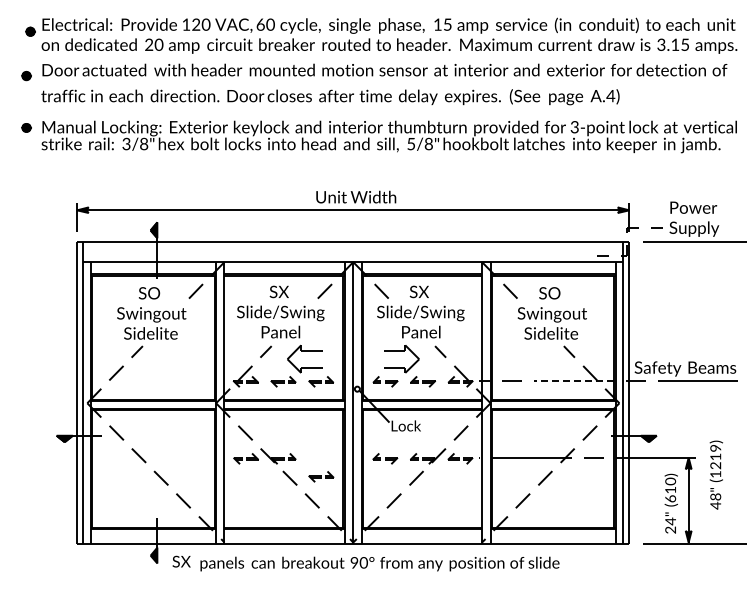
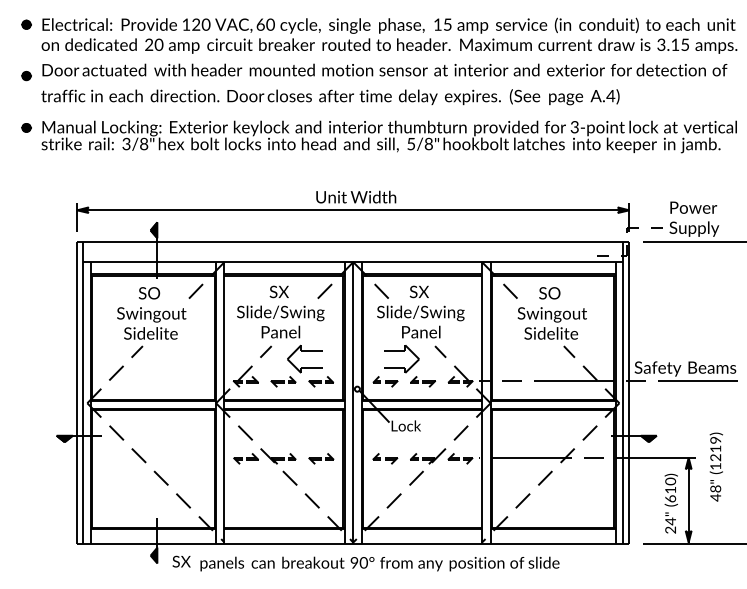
part at (30, 31) position: (30, 31) -> (26, 24)
line at (573, 380): dashed -> solid
text at (715, 474) position: (715, 474) -> (715, 466)
part at (321, 476) position: (321, 476) -> (321, 458)
